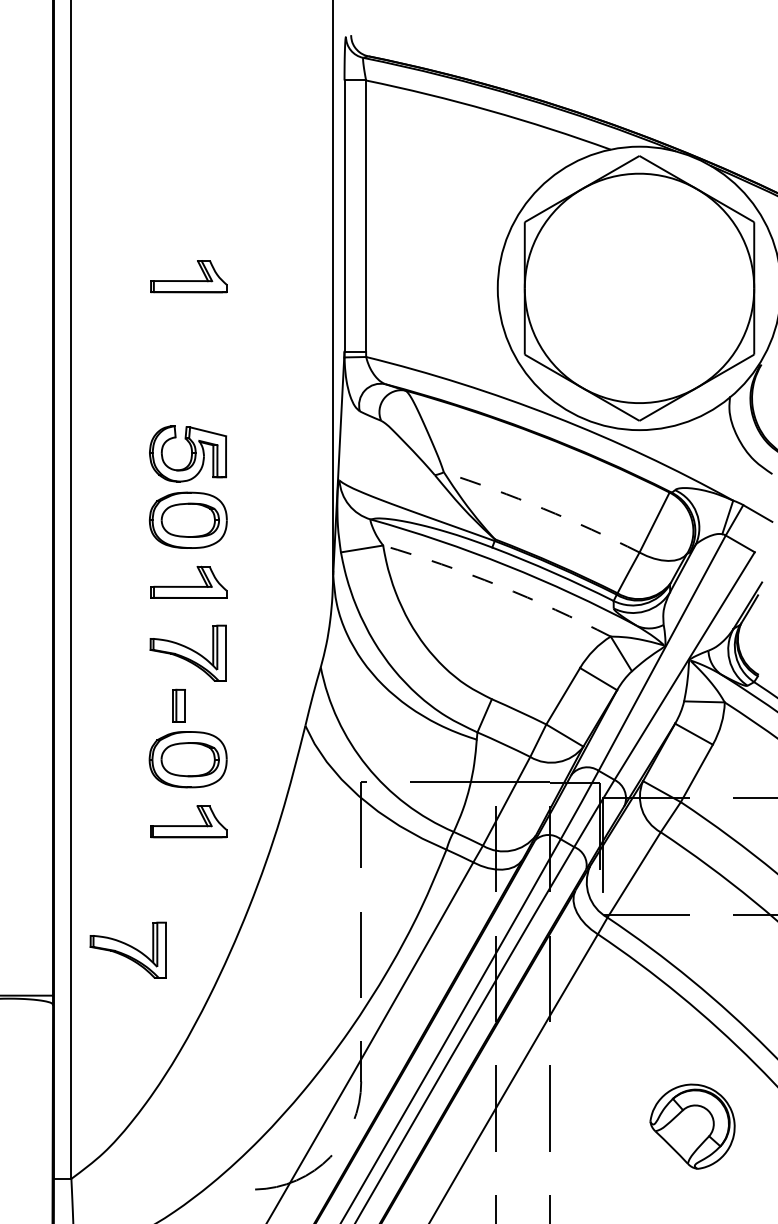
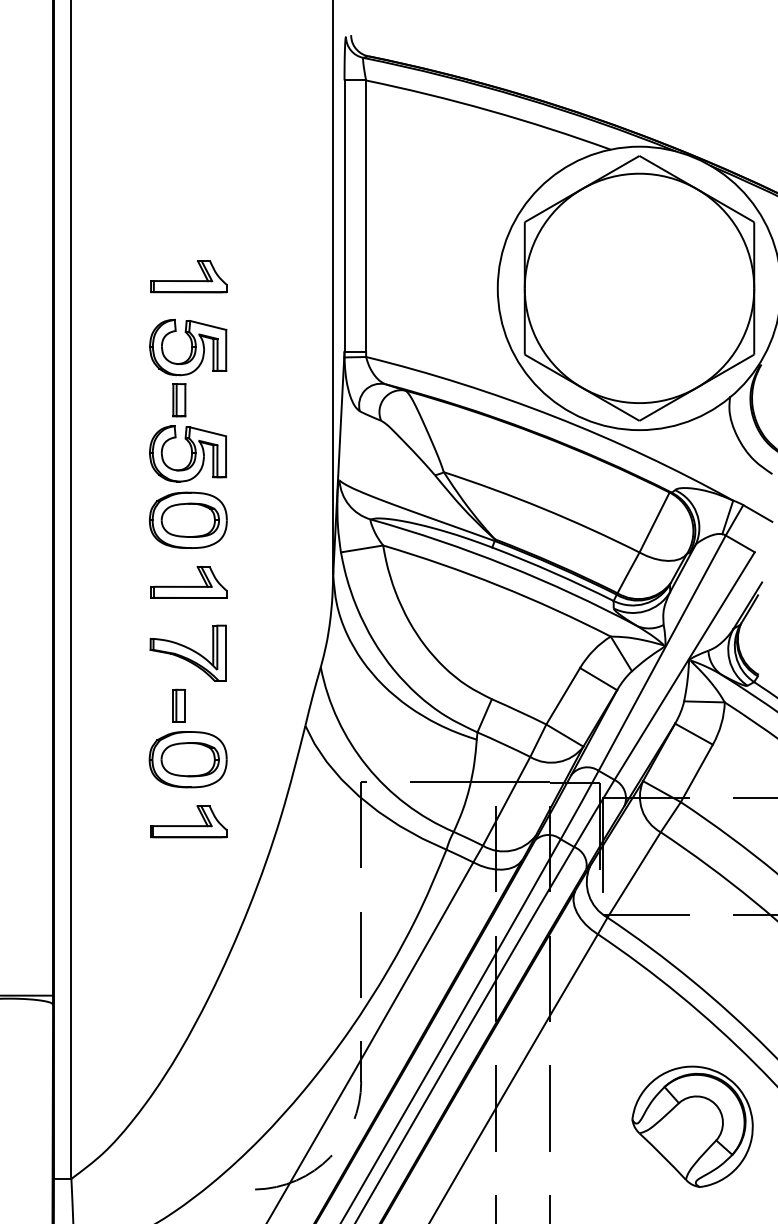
part at (188, 368): none -> present
arc at (543, 508): dashed -> solid
arc at (499, 585): dashed -> solid
part at (127, 949): present -> none
part at (692, 1126) size: 87x87 px -> 123x123 px
